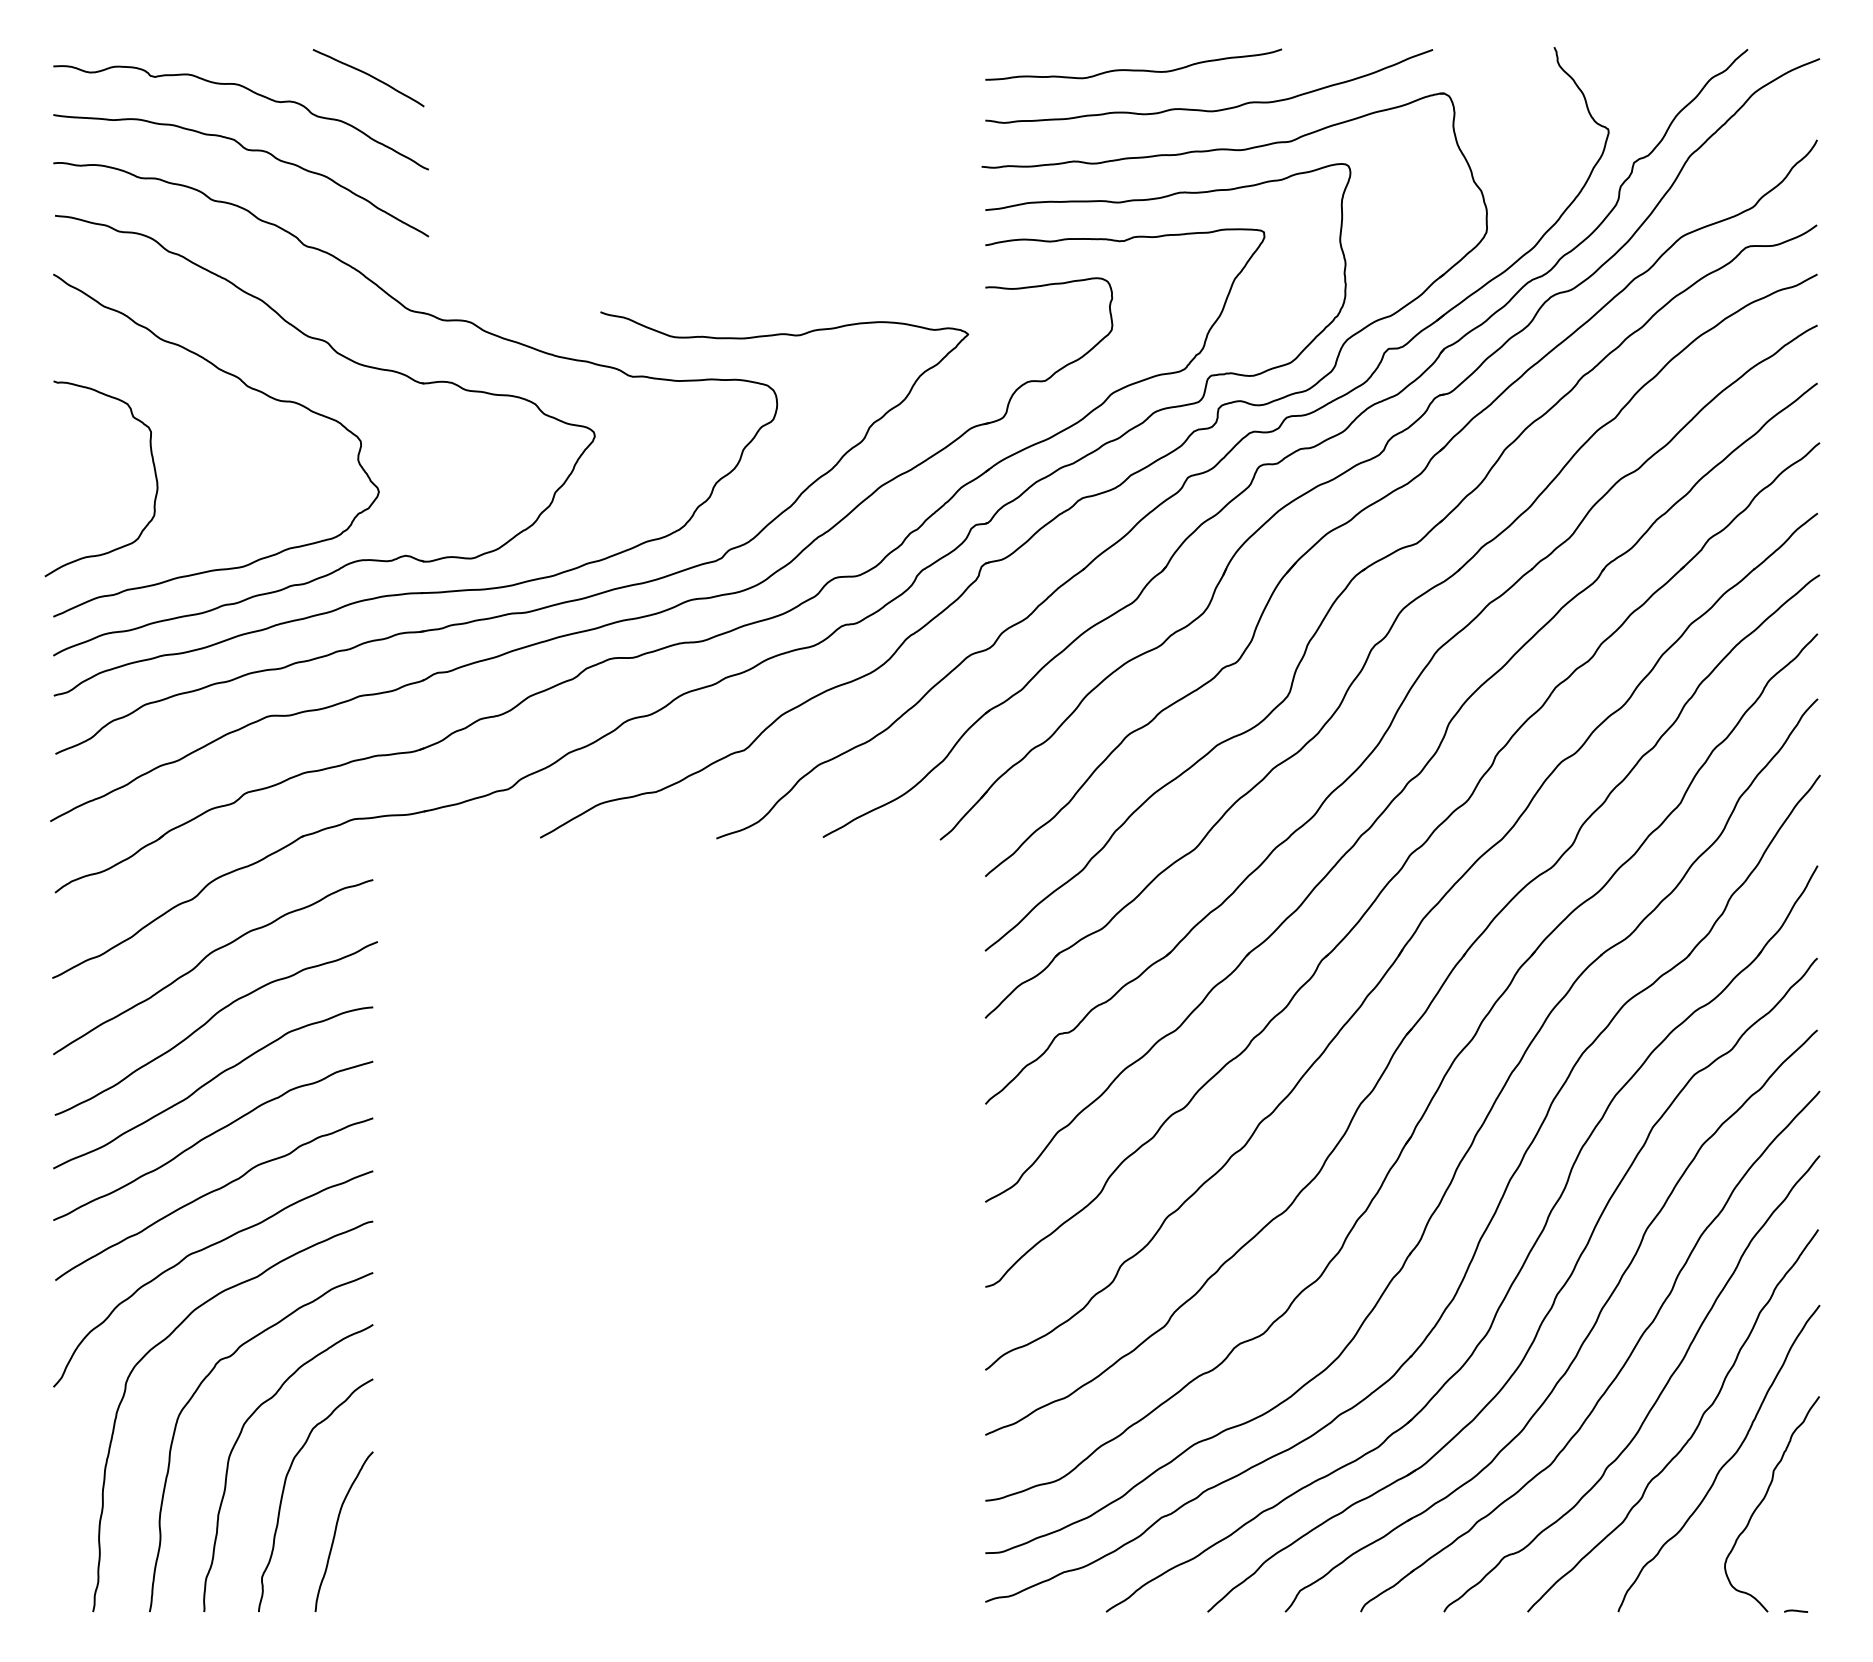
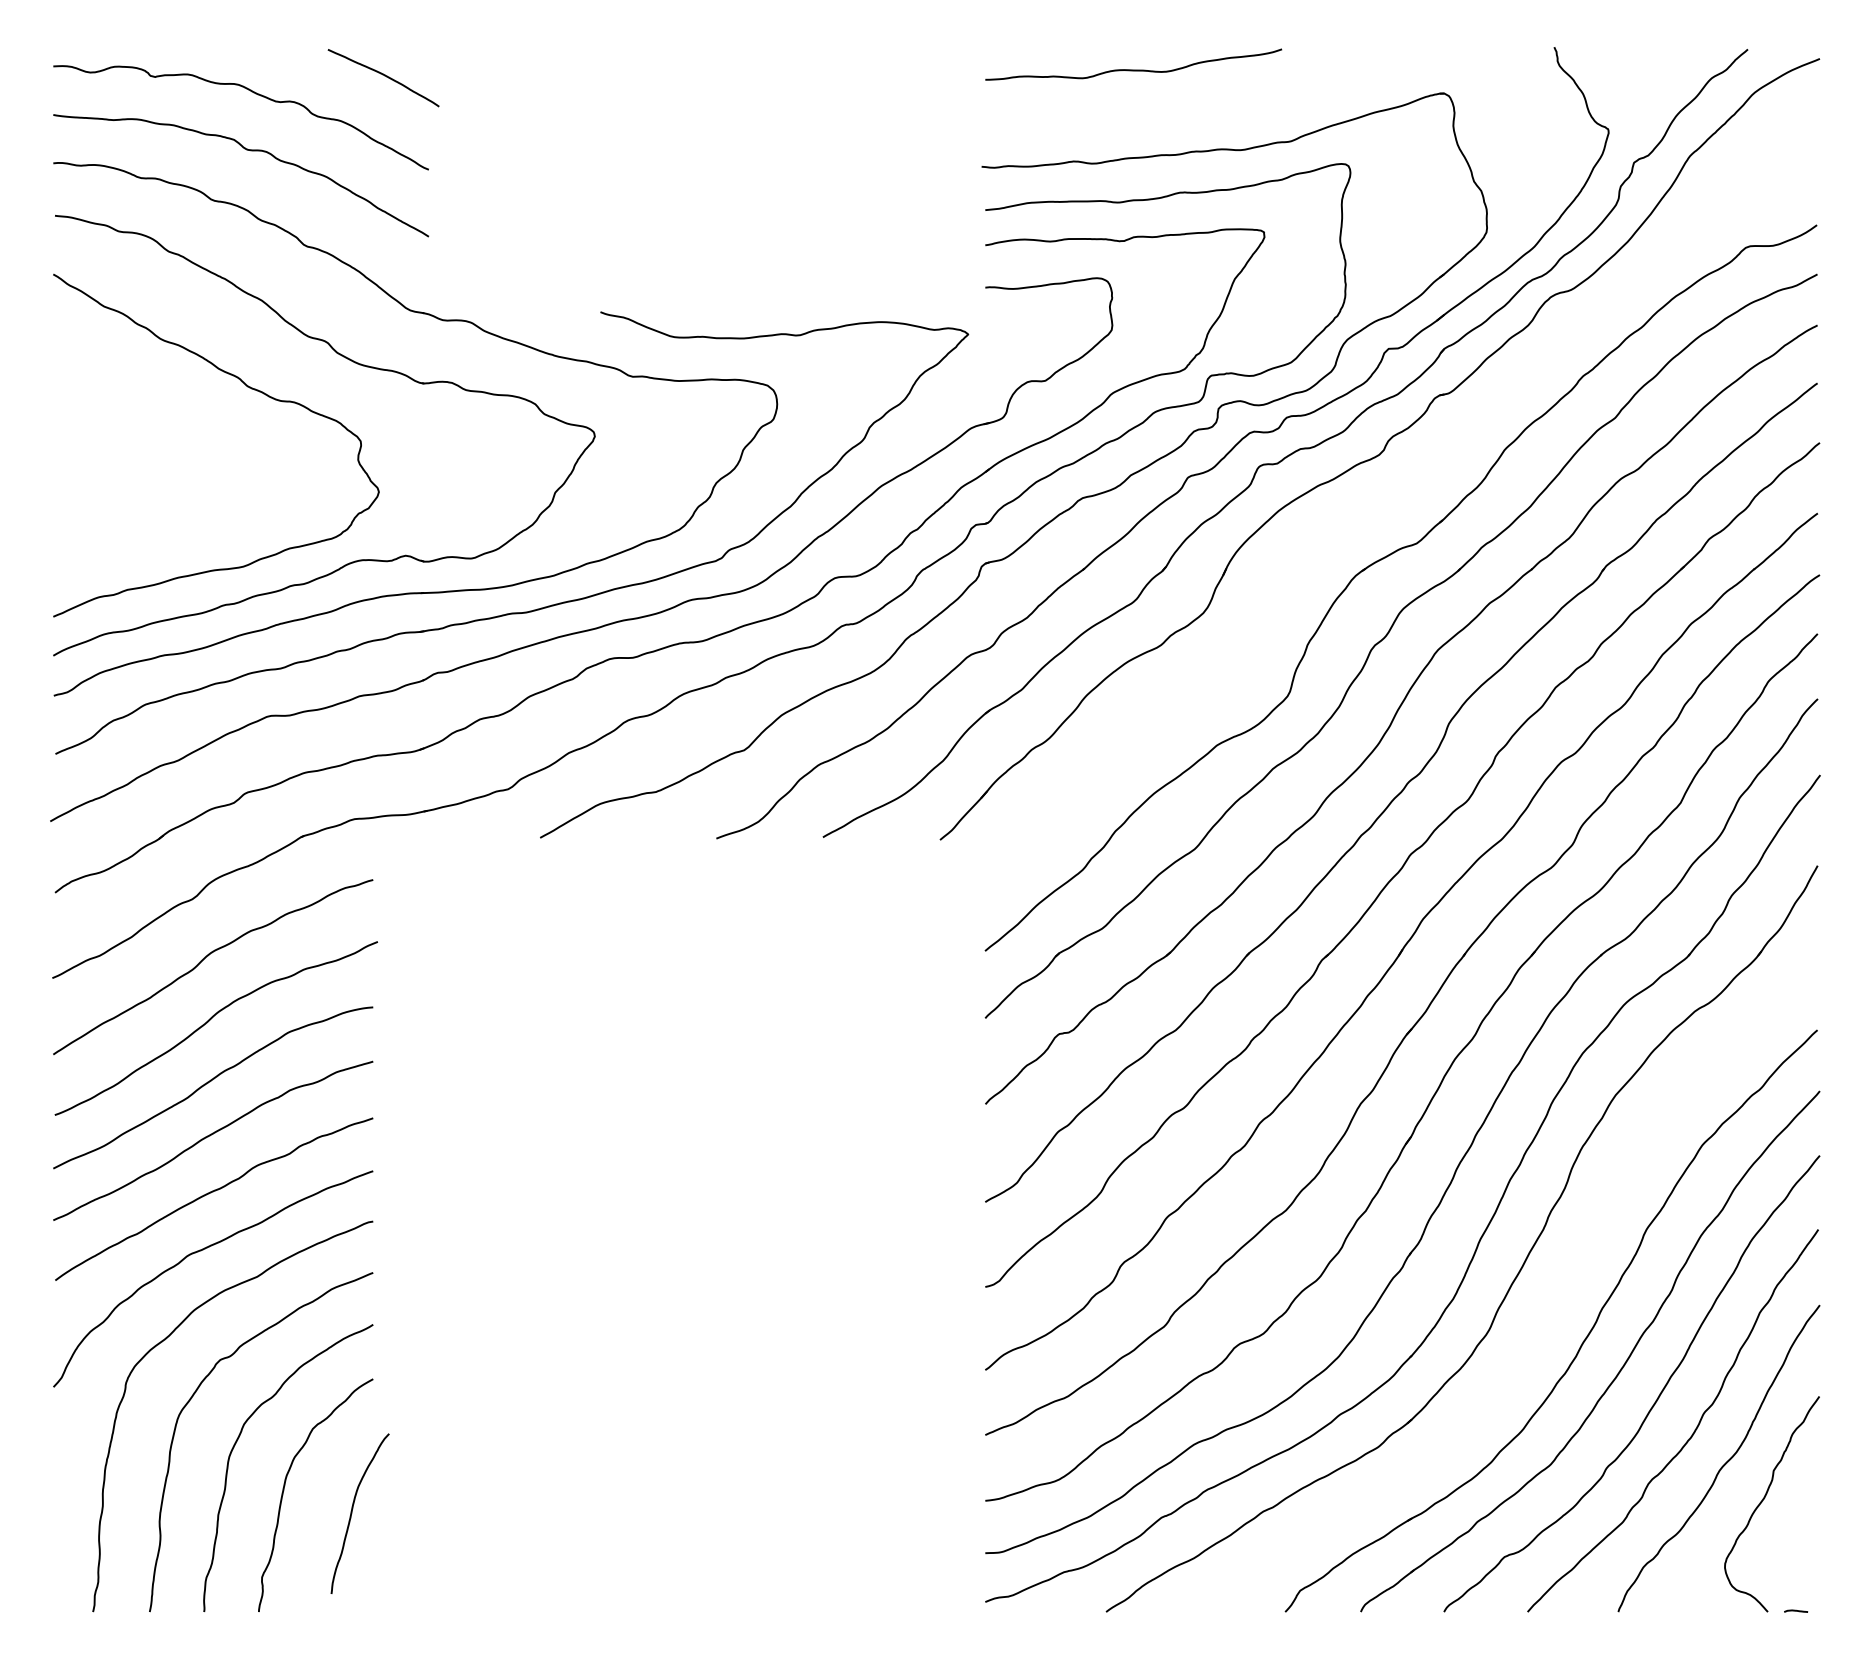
curve at (369, 76) position: (369, 76) -> (384, 76)
curve at (1203, 109): present -> none
curve at (153, 468): present -> none
part at (1392, 493): present -> none
part at (1554, 1297): present -> none
curve at (336, 1531) position: (336, 1531) -> (352, 1513)
